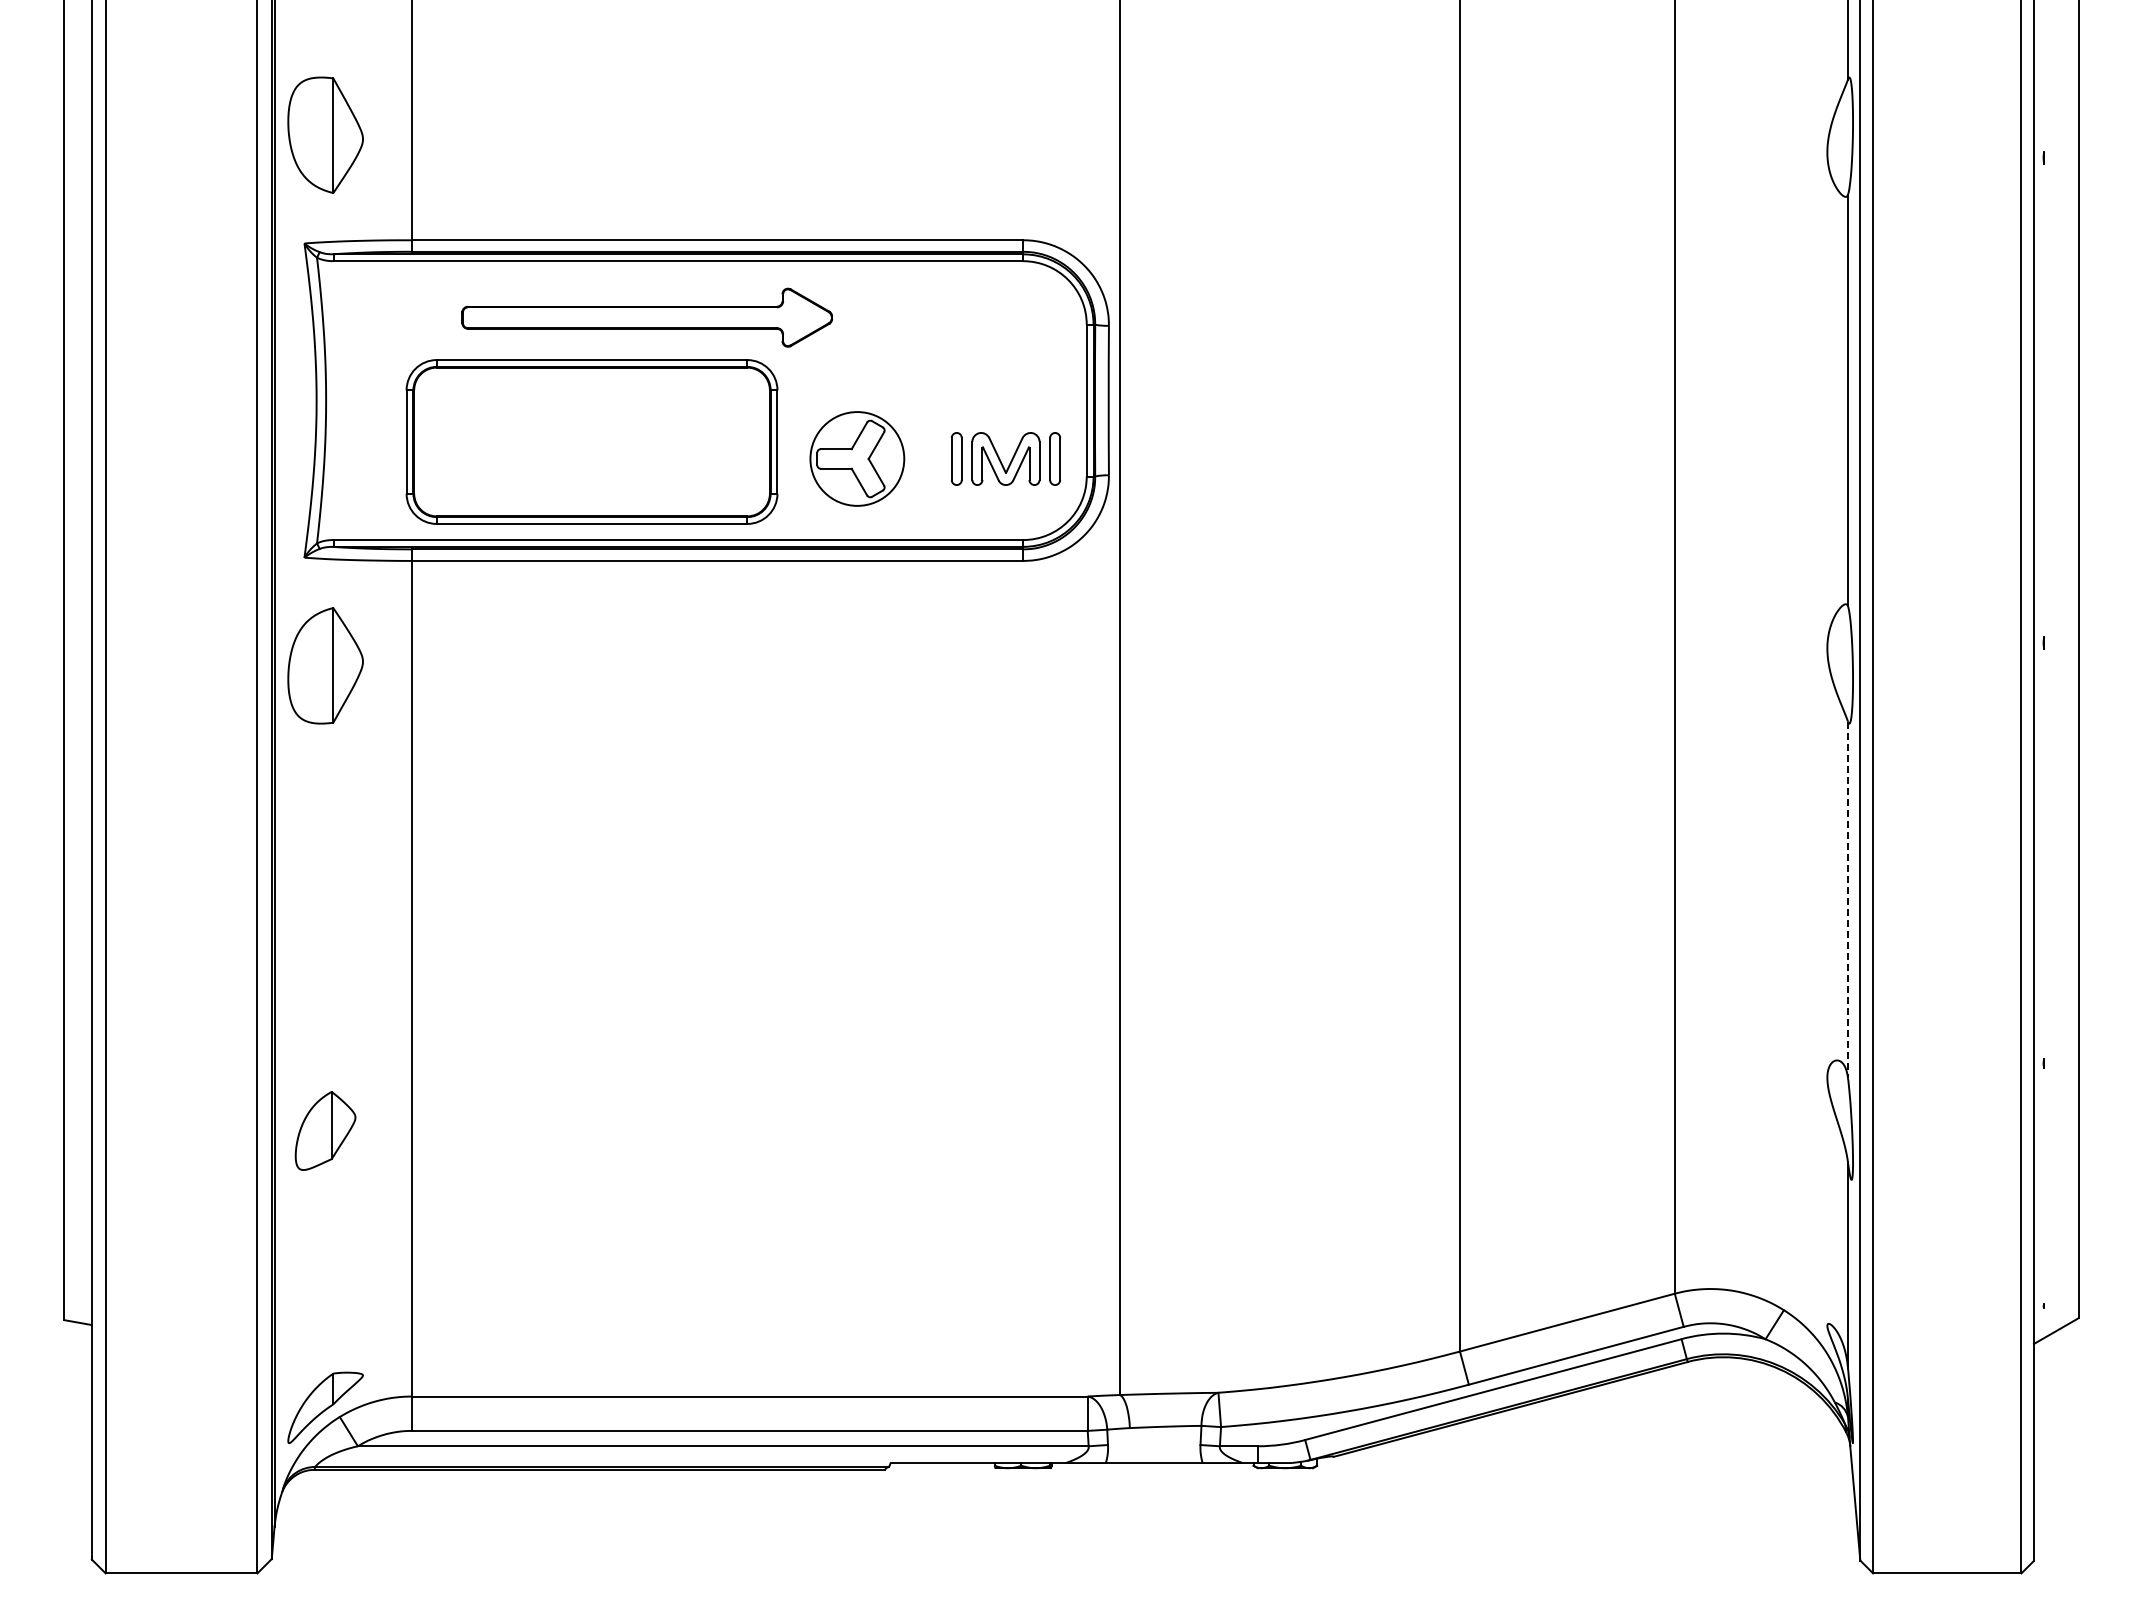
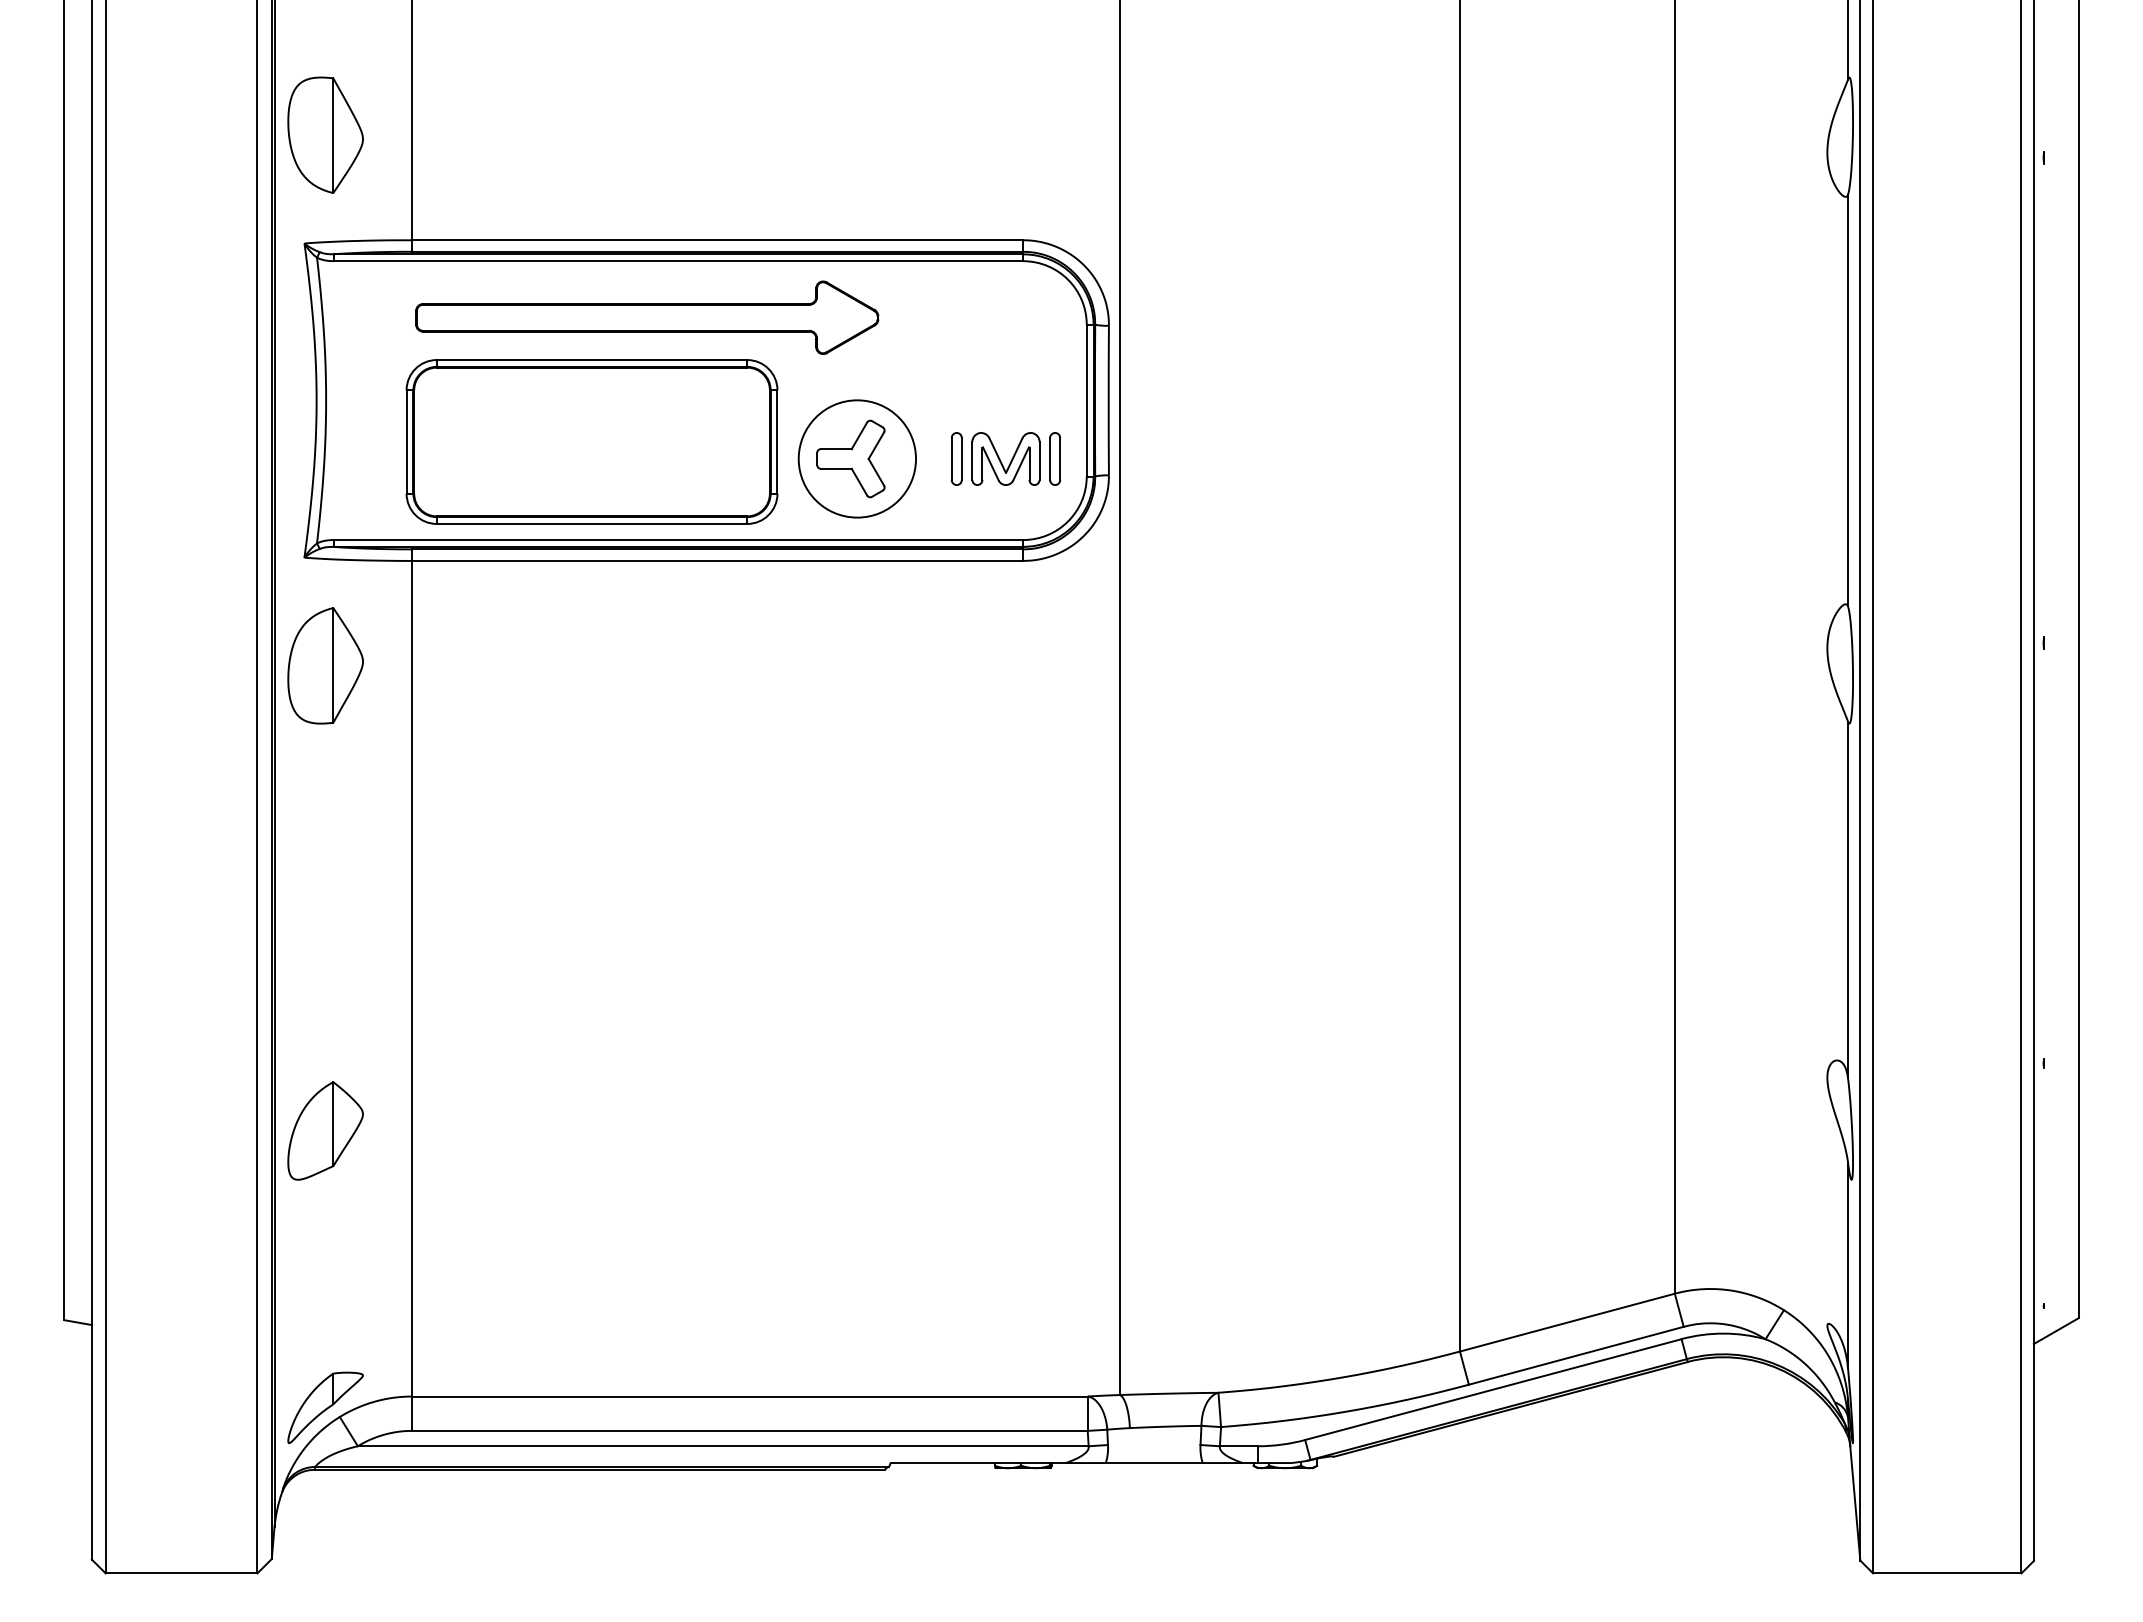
part at (646, 317) size: 372x61 px -> 465x75 px
circle at (857, 458) diameter: 94 px -> 117 px
line at (1847, 900): dashed -> solid
part at (325, 1130) size: 63x80 px -> 77x100 px
